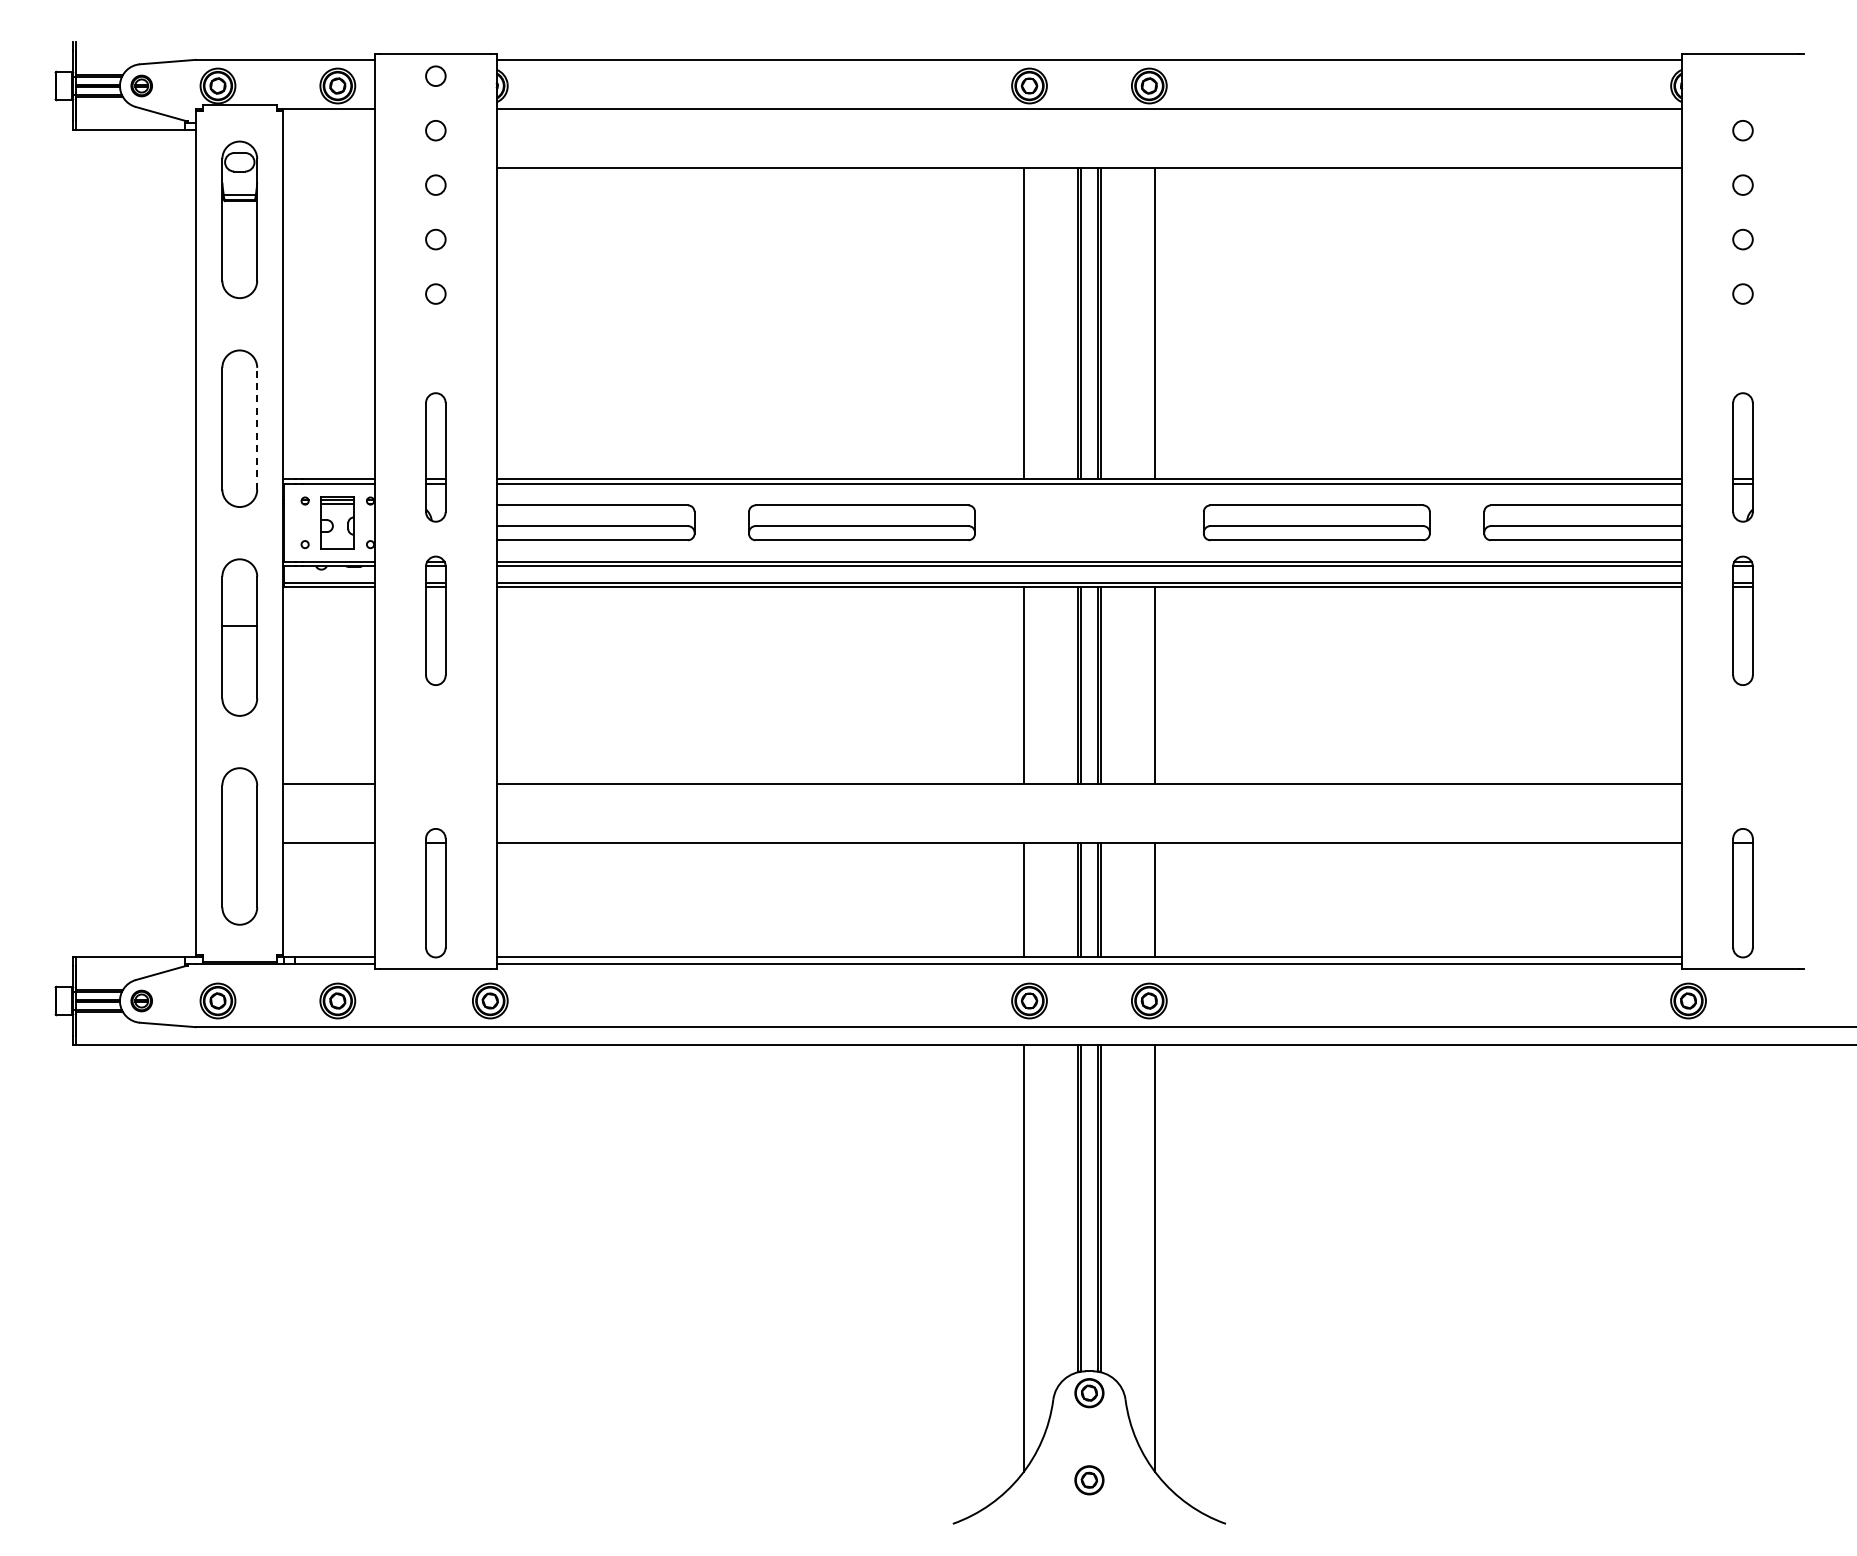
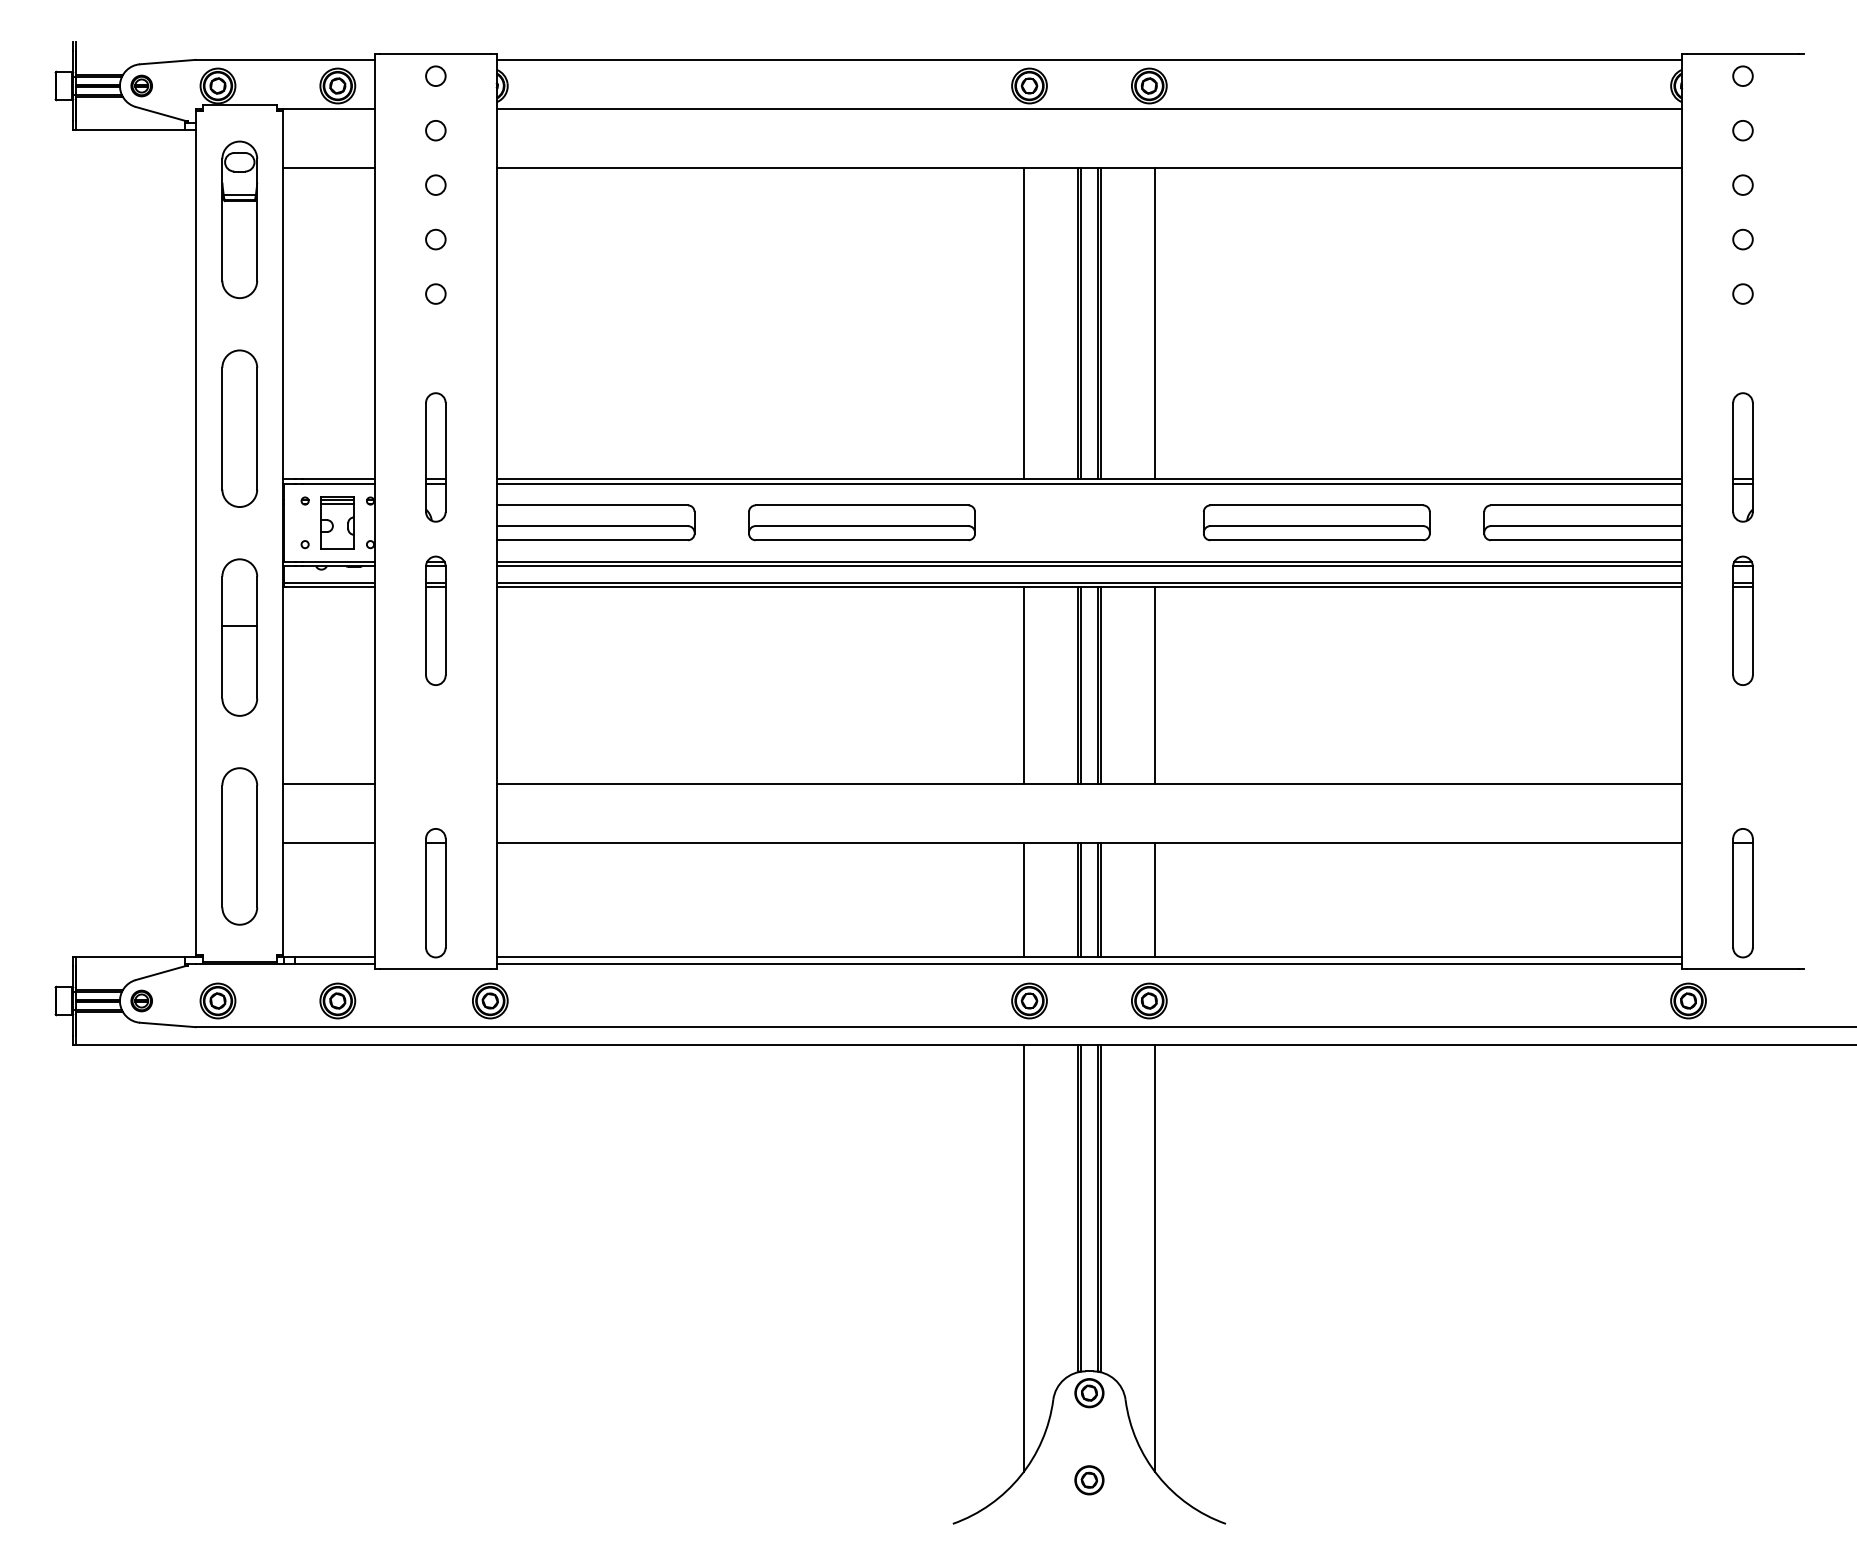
circle at (1742, 75): none -> present
line at (328, 167): none -> present
line at (257, 428): dashed -> solid
